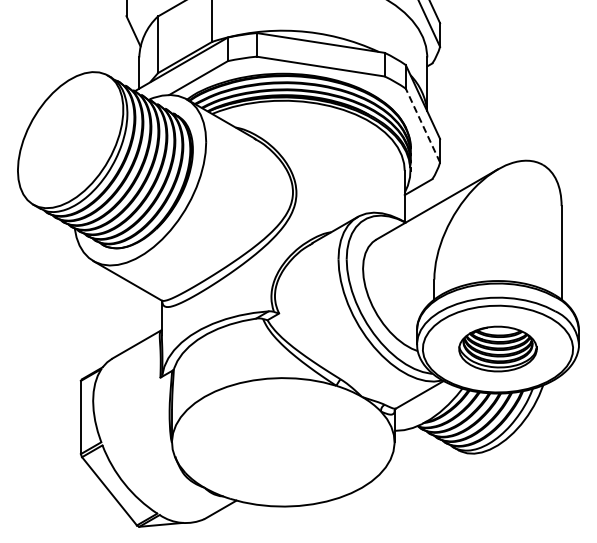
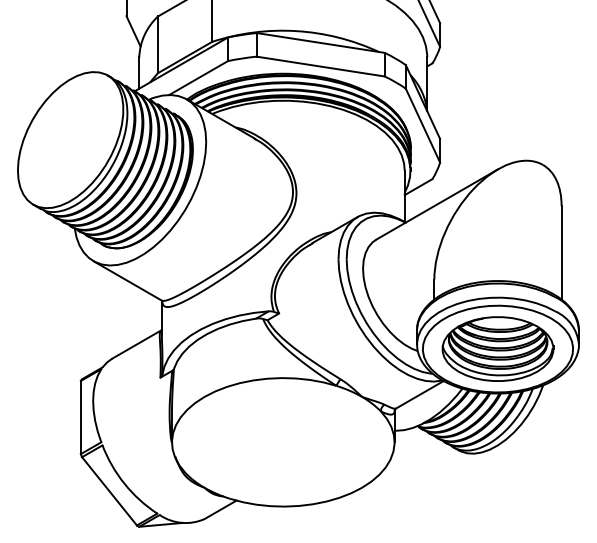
line at (422, 125): dashed -> solid
part at (497, 348) size: 80x48 px -> 114x66 px
